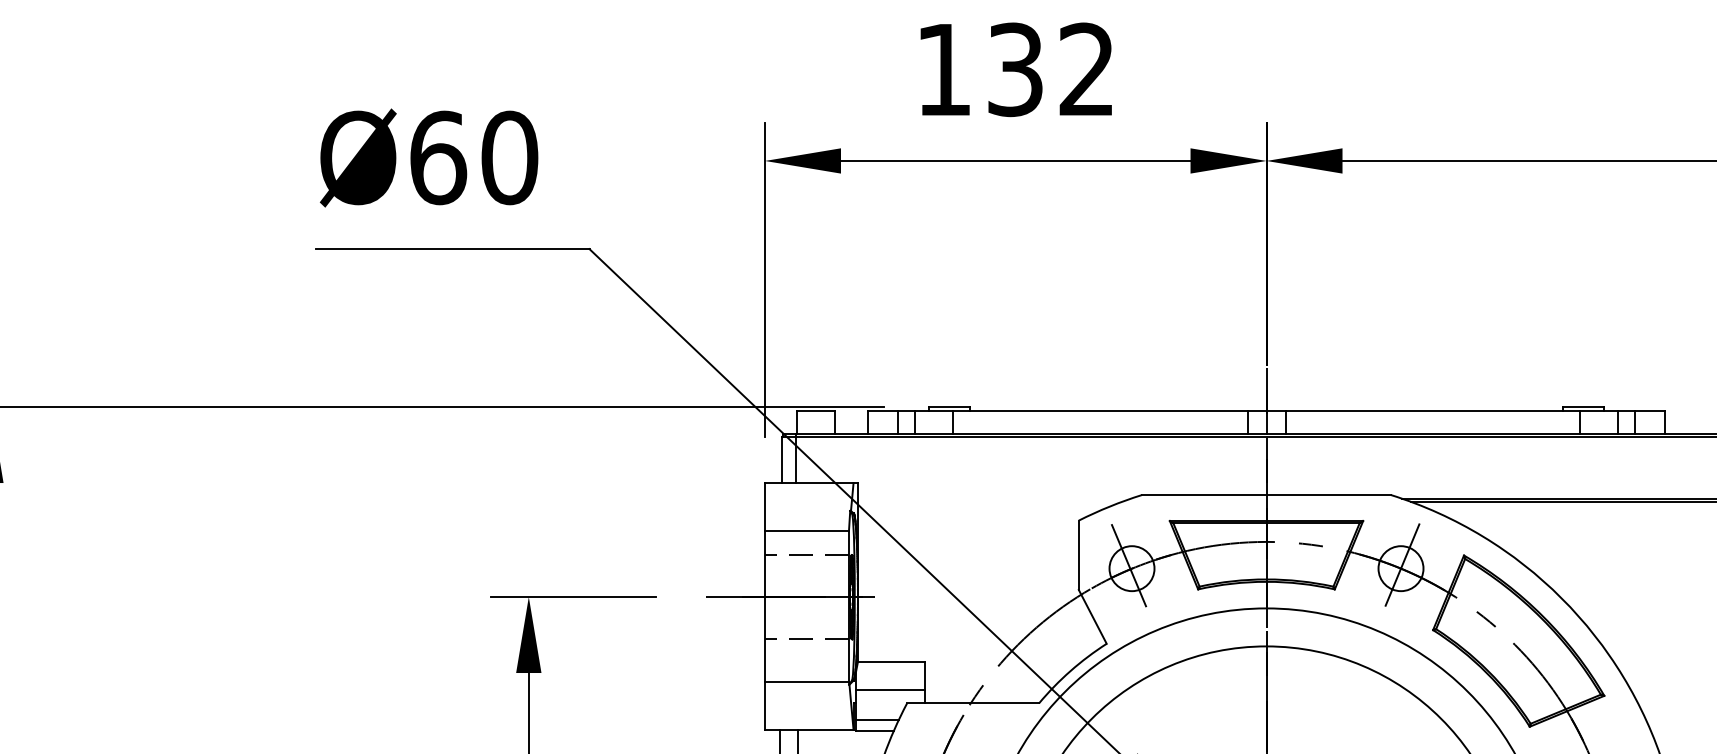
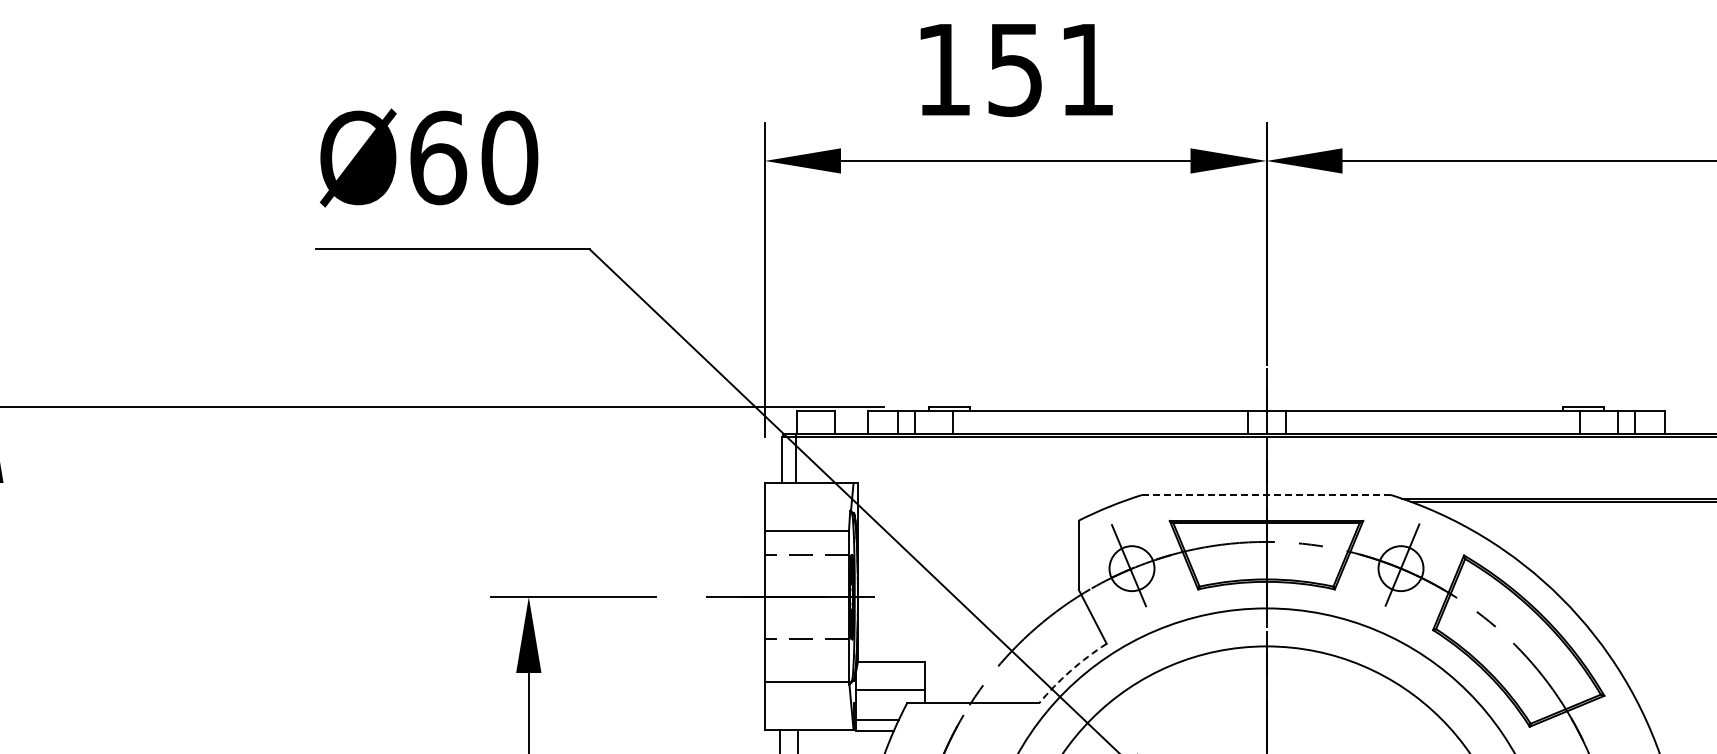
text at (1050, 69): 132 -> 151
line at (1267, 495): solid -> dashed
arc at (1070, 671): solid -> dashed
